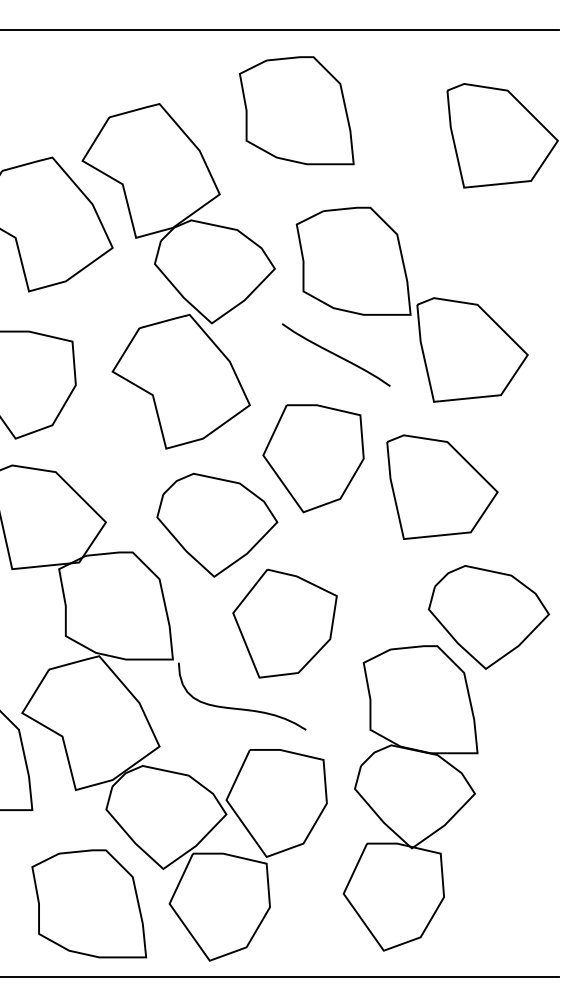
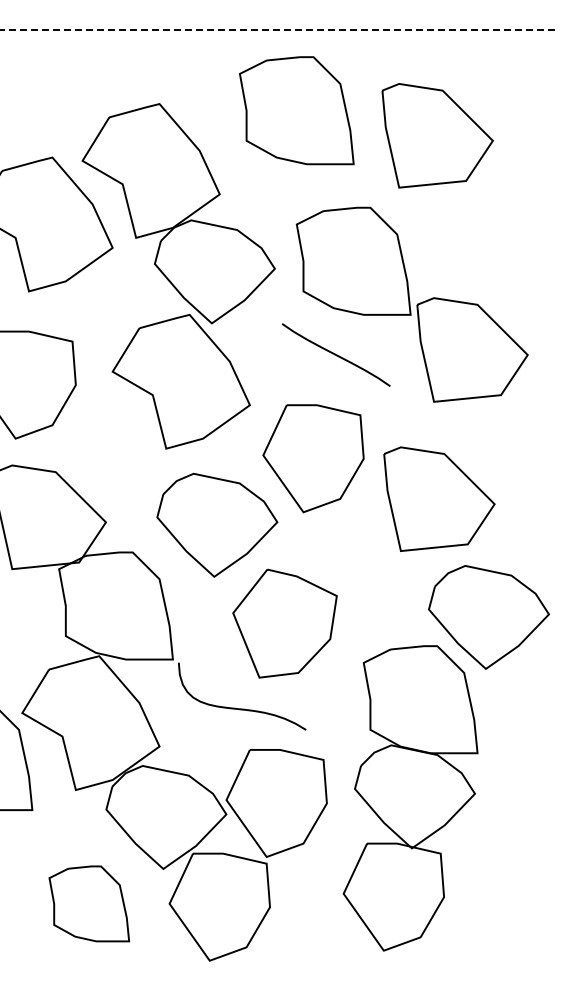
line at (280, 30): solid -> dashed
part at (502, 135) position: (502, 135) -> (437, 135)
part at (442, 486) position: (442, 486) -> (439, 498)
part at (89, 903) size: 117x110 px -> 83x78 px
line at (280, 976): present -> none
